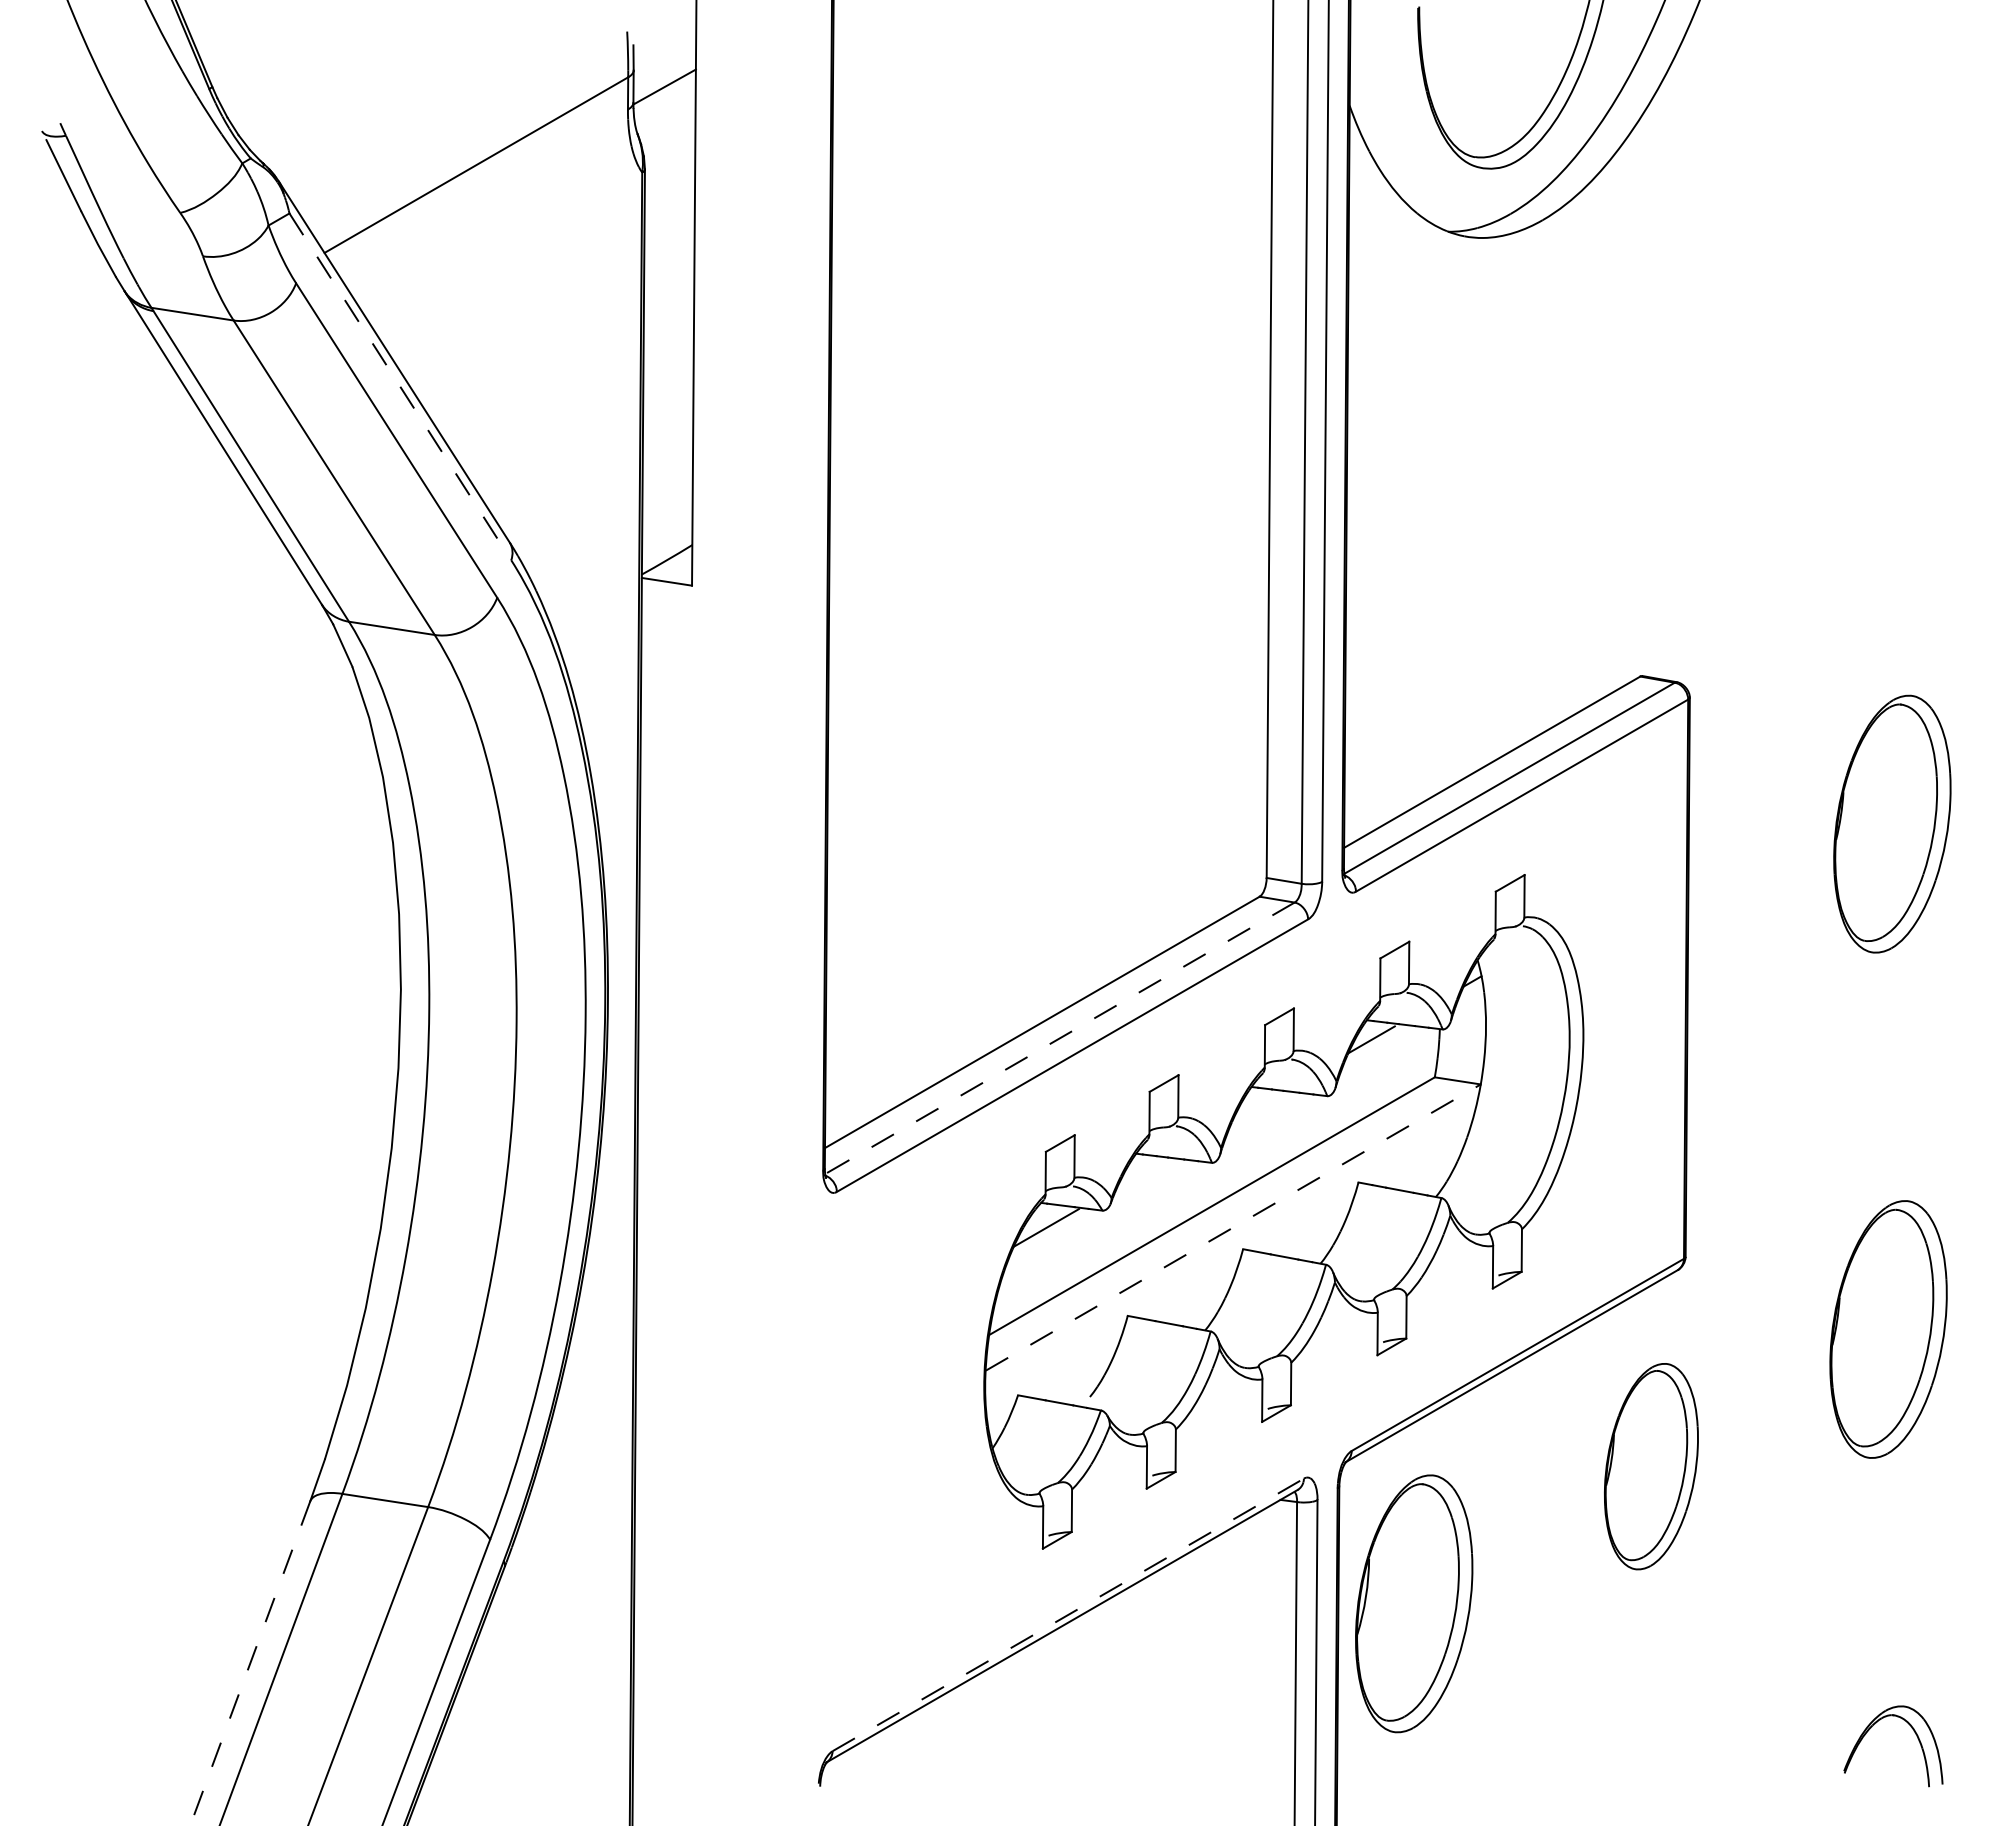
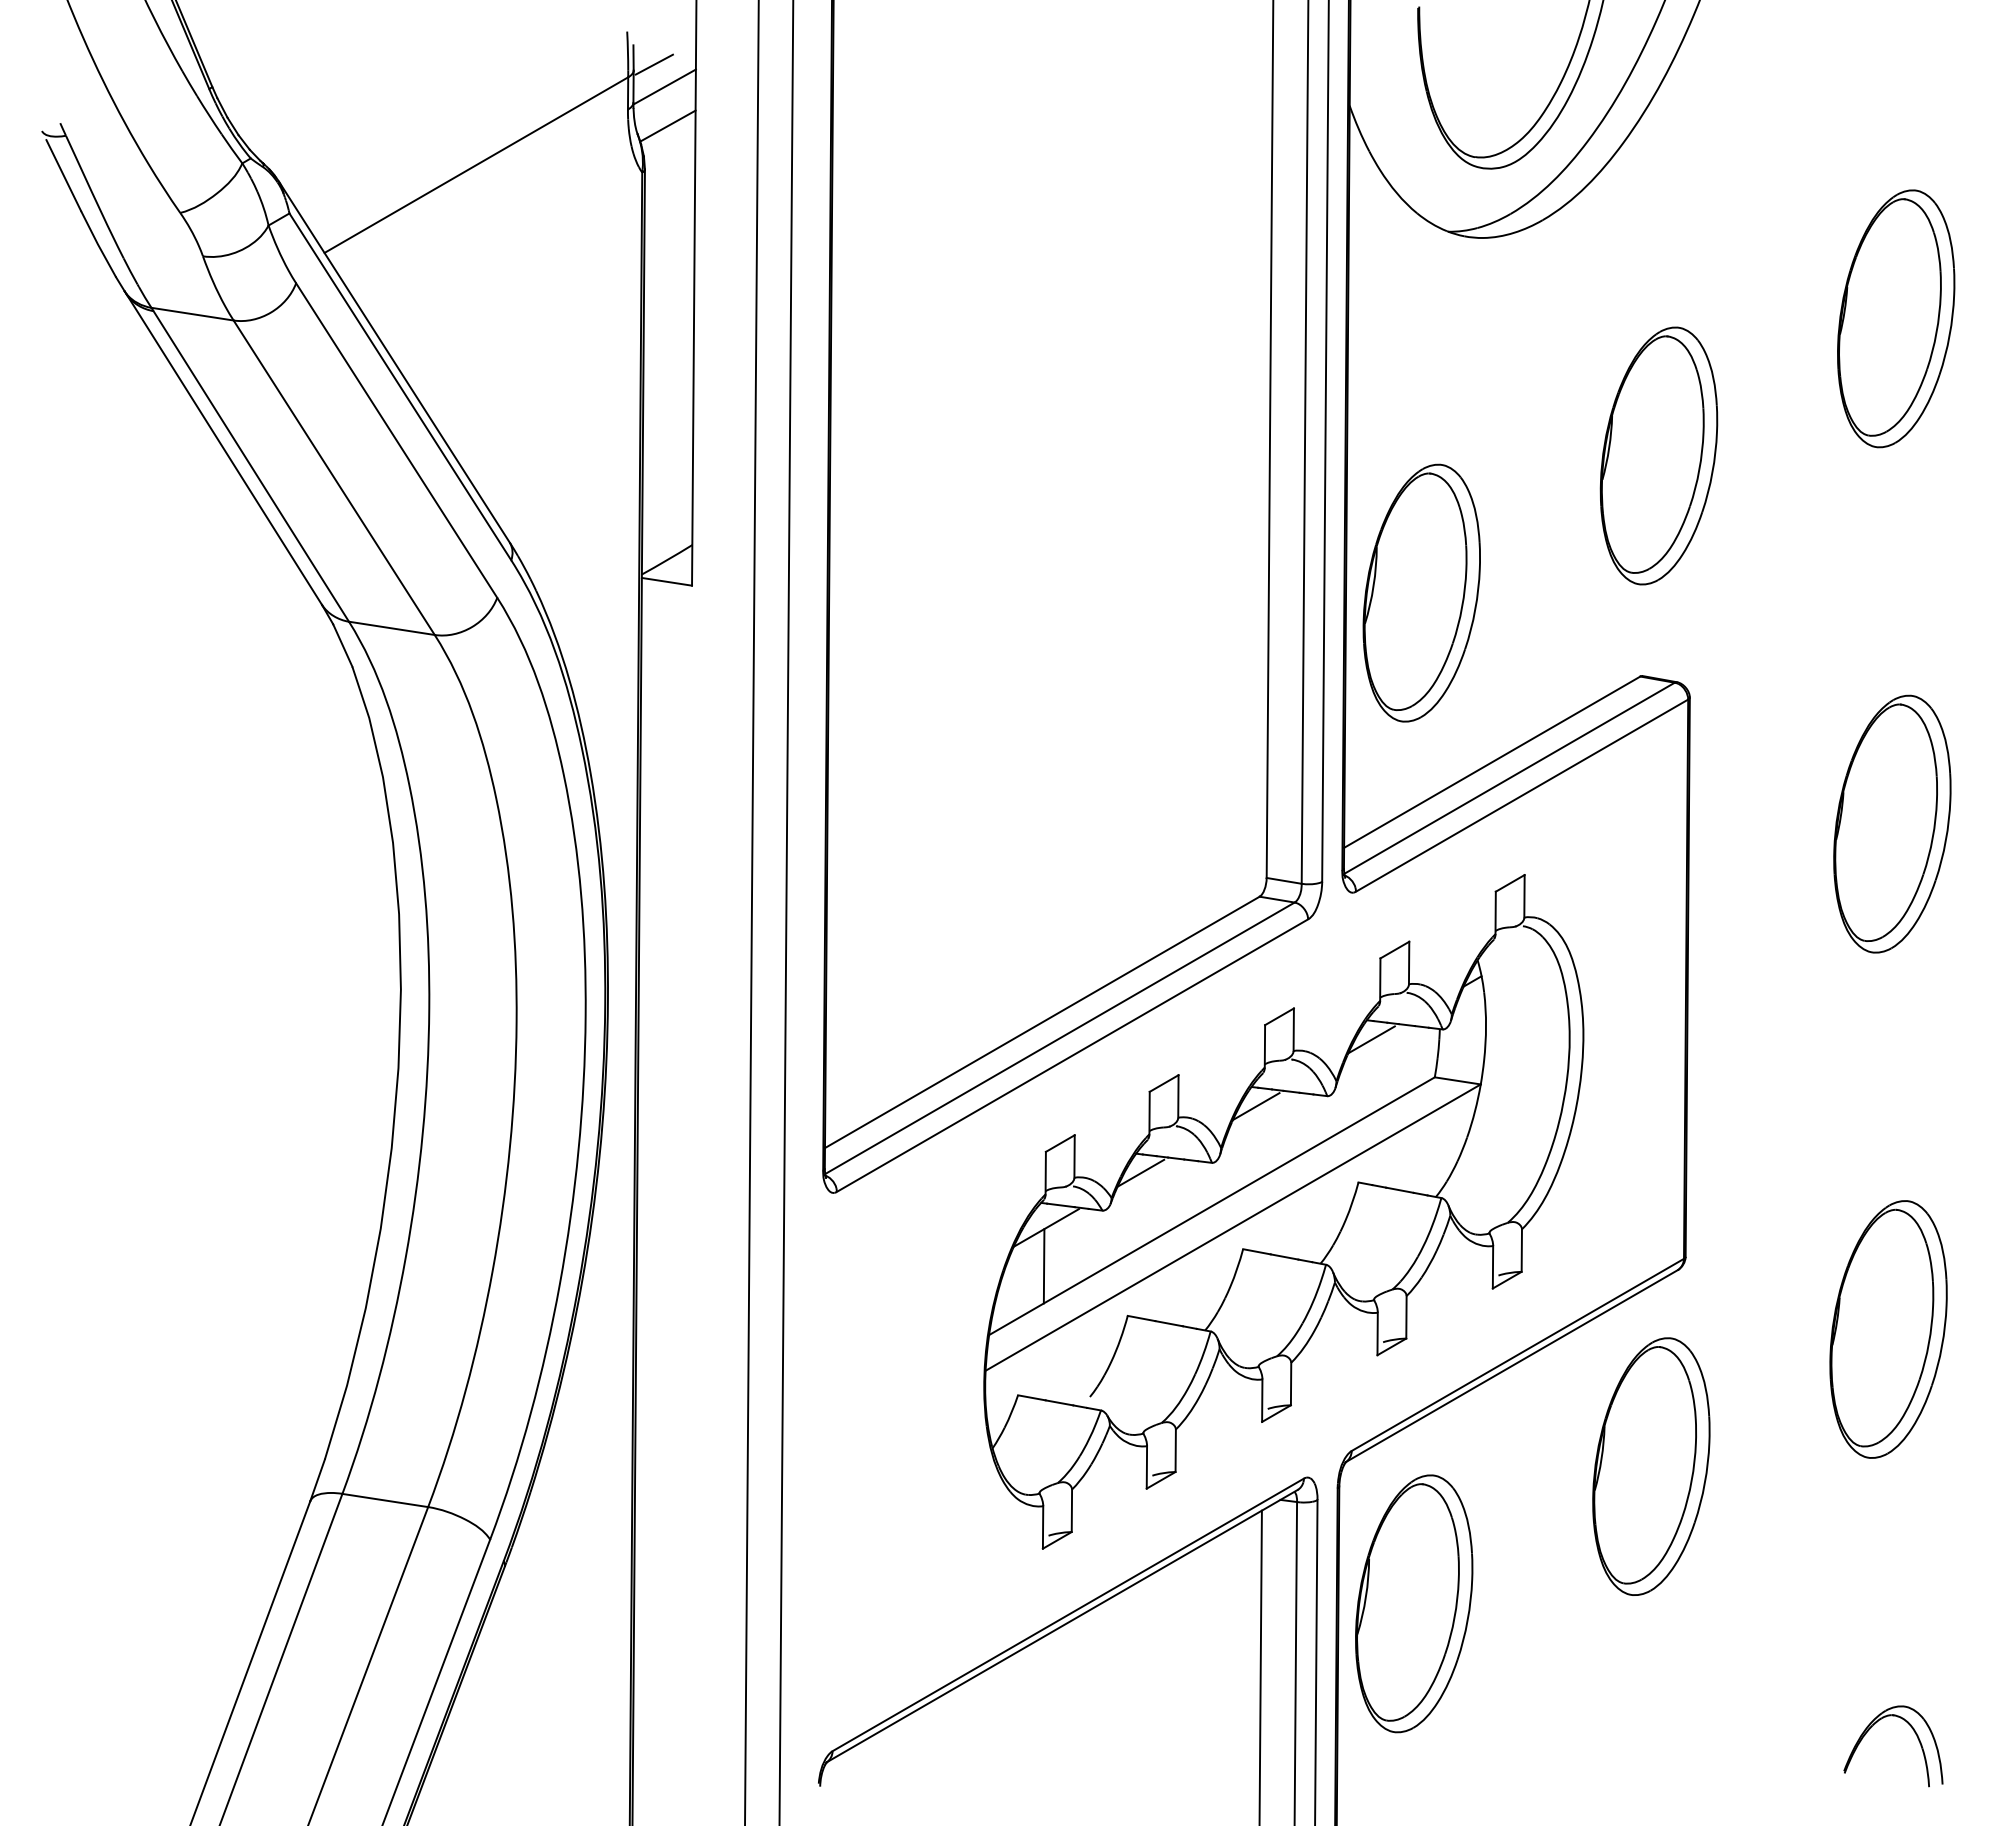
line at (653, 64): none -> present
line at (667, 125): none -> present
part at (1896, 318): none -> present
line at (400, 386): dashed -> solid
part at (1658, 455): none -> present
part at (1421, 592): none -> present
line at (751, 912): none -> present
line at (786, 912): none -> present
line at (1059, 1038): dashed -> solid
line at (1256, 1106): none -> present
line at (1140, 1172): none -> present
line at (1233, 1227): dashed -> solid
line at (1043, 1266): none -> present
part at (1651, 1466) size: 95x208 px -> 119x259 px
line at (1068, 1614): dashed -> solid
line at (250, 1663): dashed -> solid
line at (1260, 1666): none -> present
